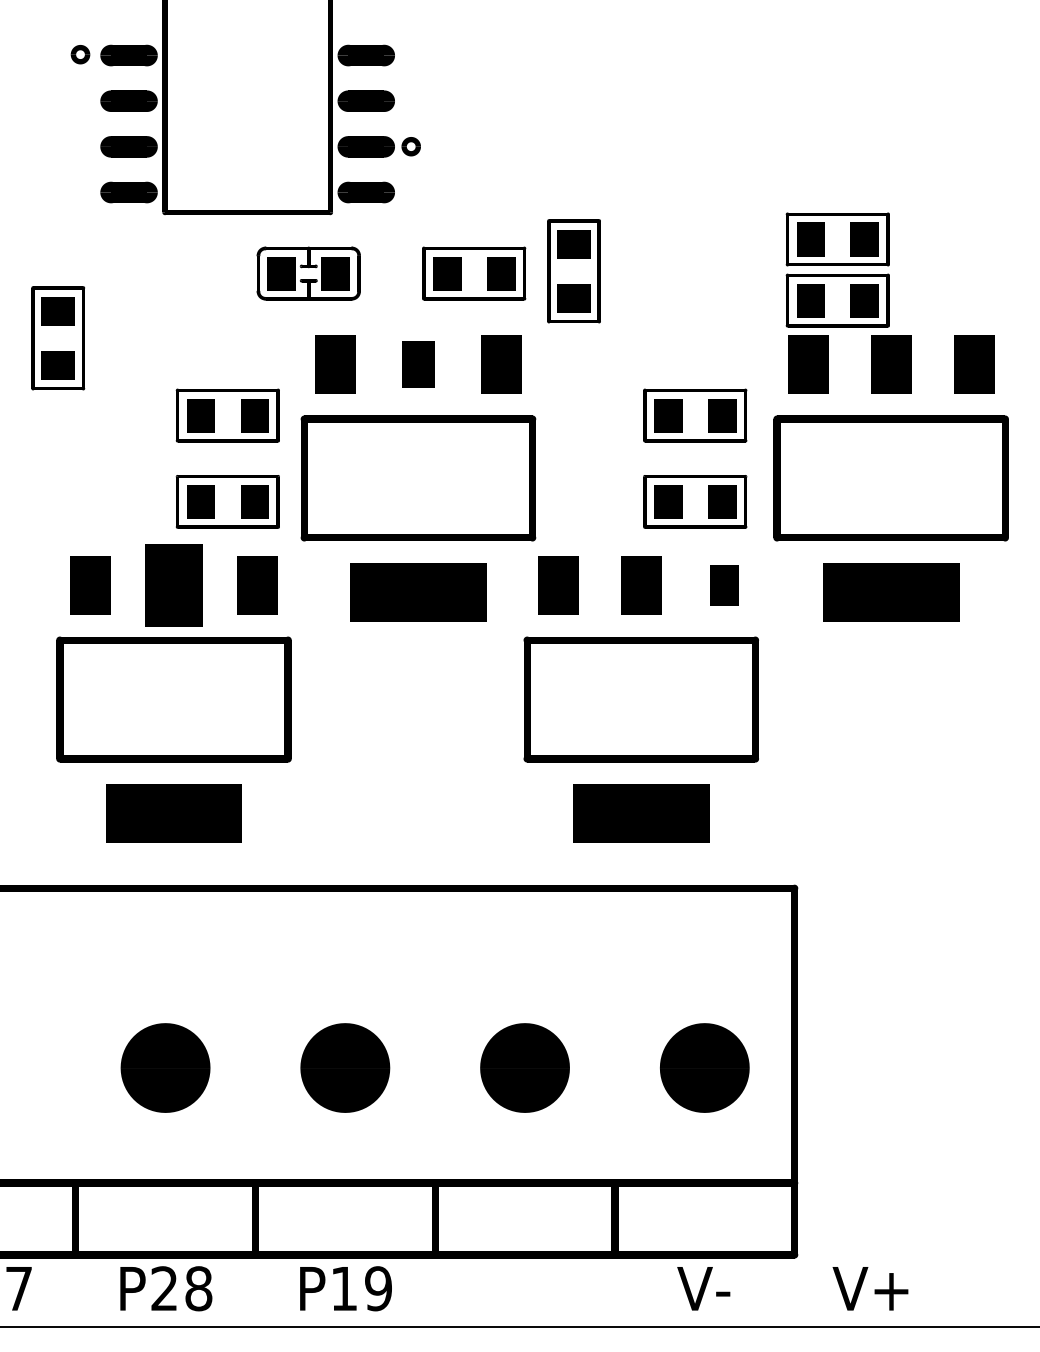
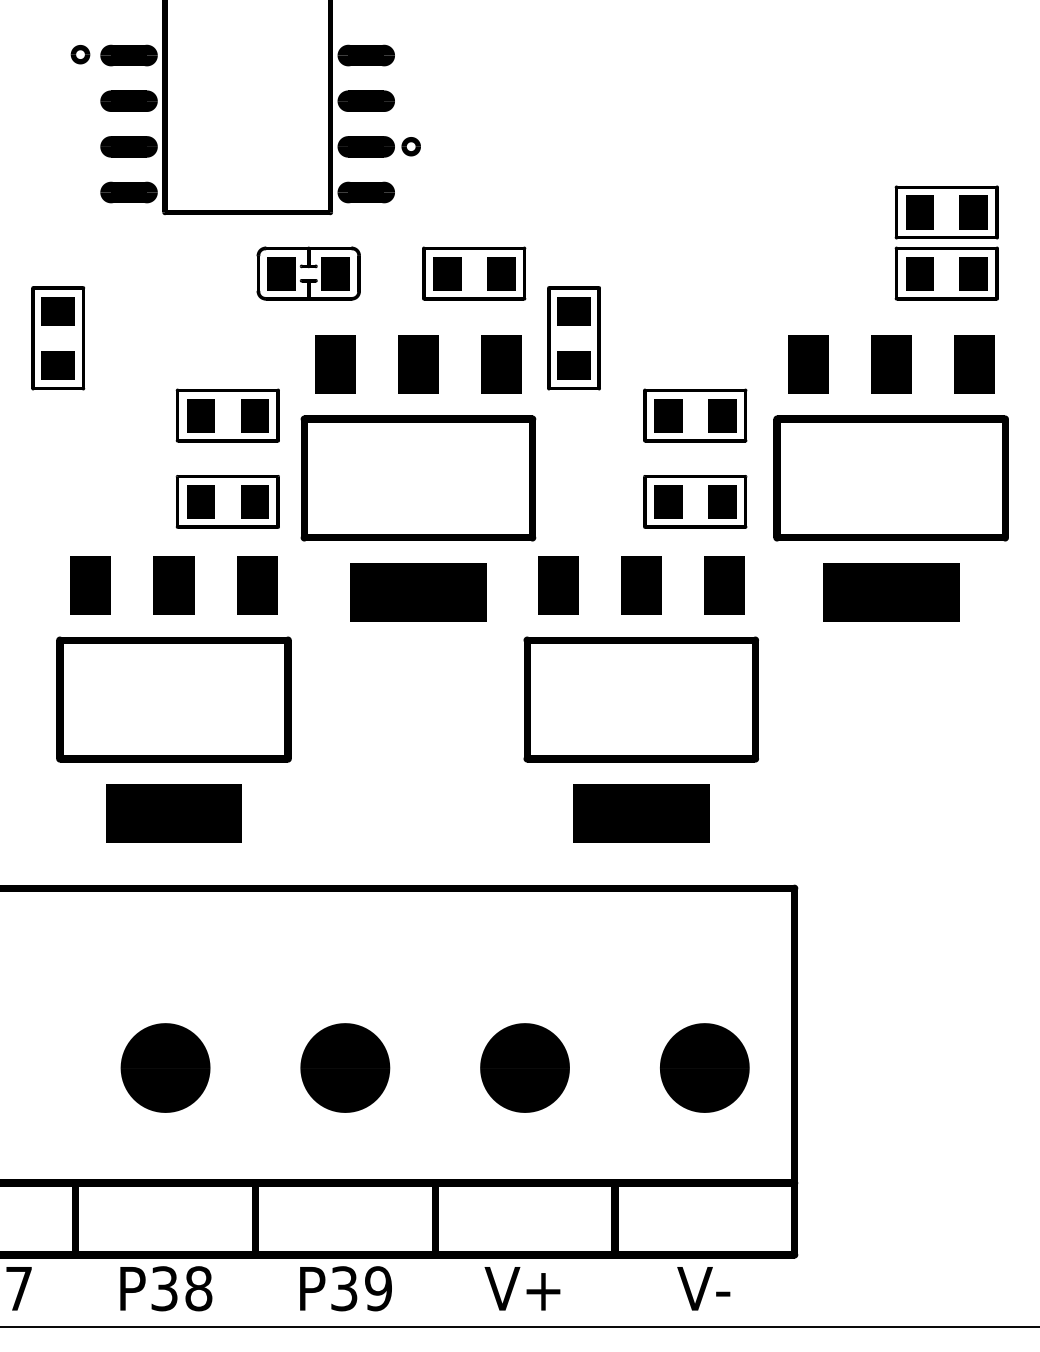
part at (837, 269) position: (837, 269) -> (946, 242)
part at (573, 271) position: (573, 271) -> (573, 338)
part at (418, 364) size: 33x47 px -> 41x59 px
part at (173, 585) size: 58x83 px -> 42x59 px
part at (724, 585) size: 29x41 px -> 41x59 px
text at (164, 1288): P28 -> P38
text at (344, 1288): P19 -> P39
text at (870, 1288) position: (870, 1288) -> (522, 1288)
